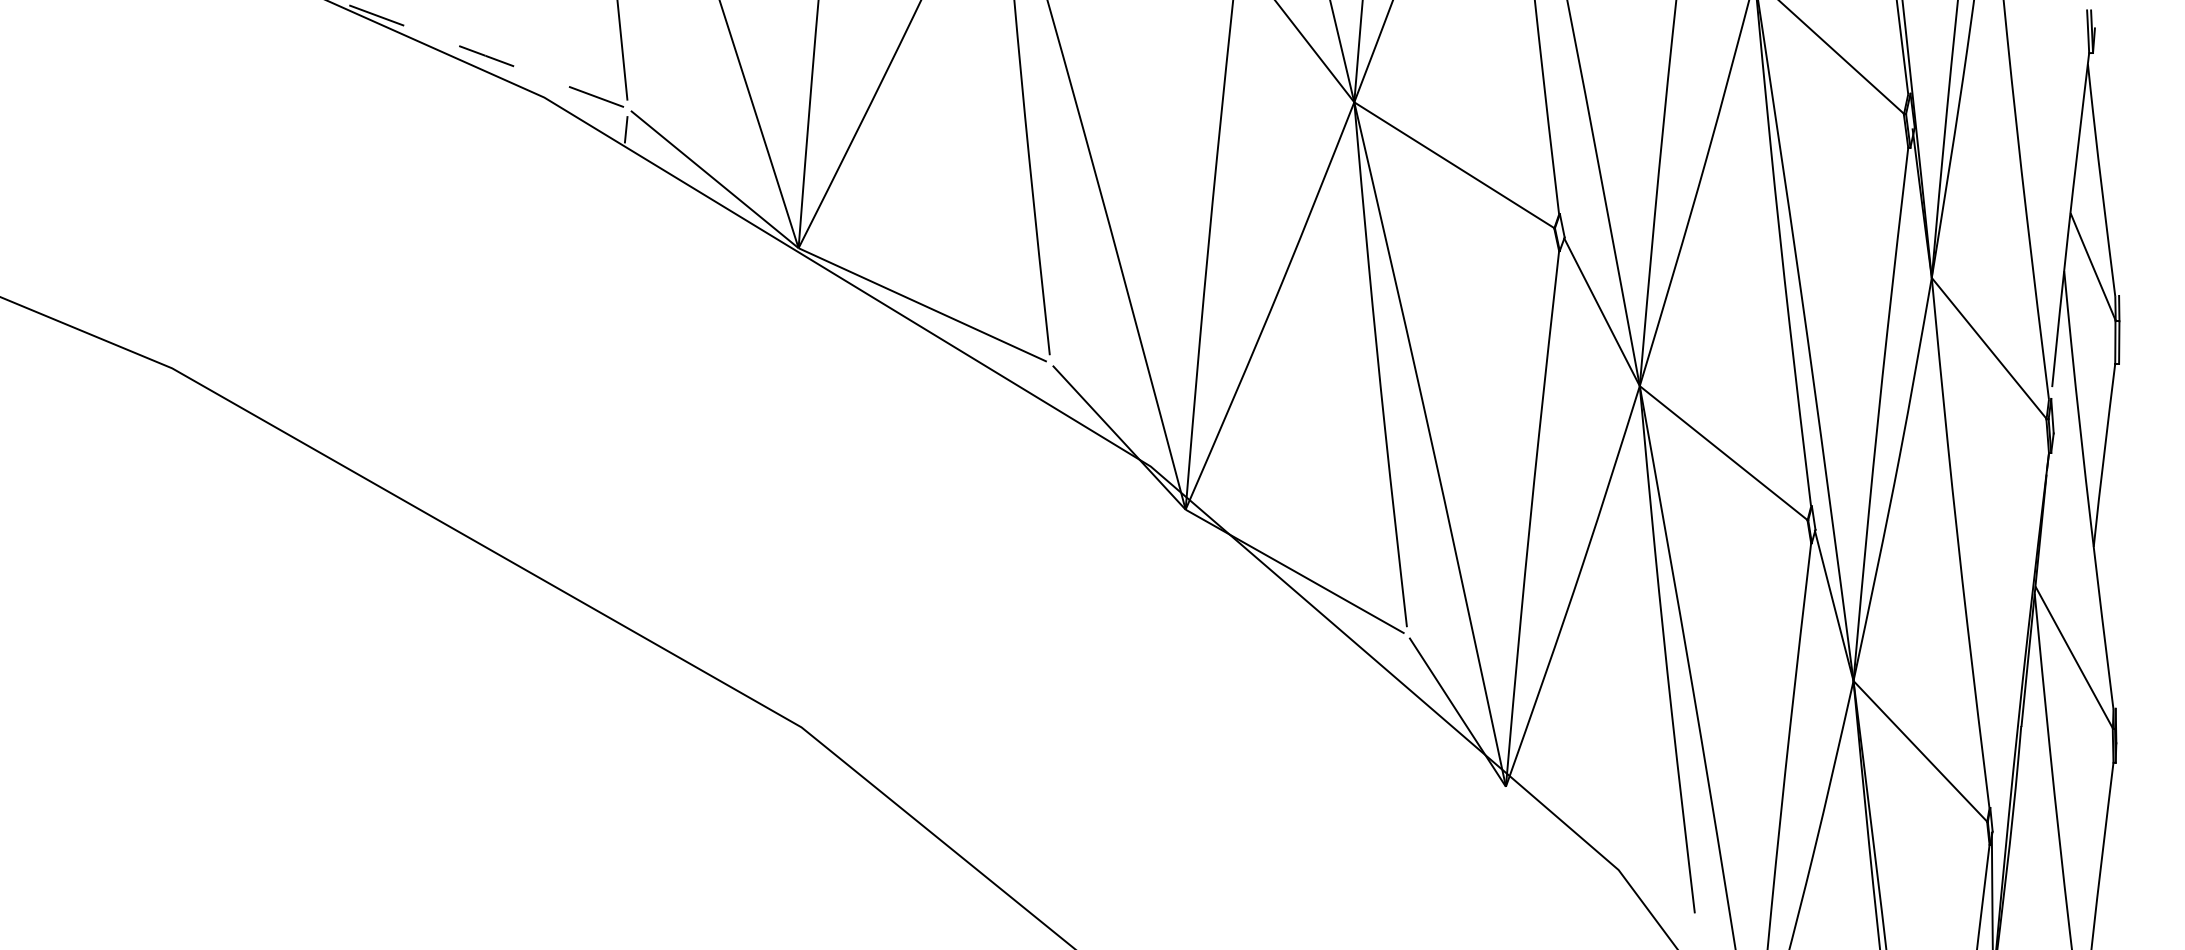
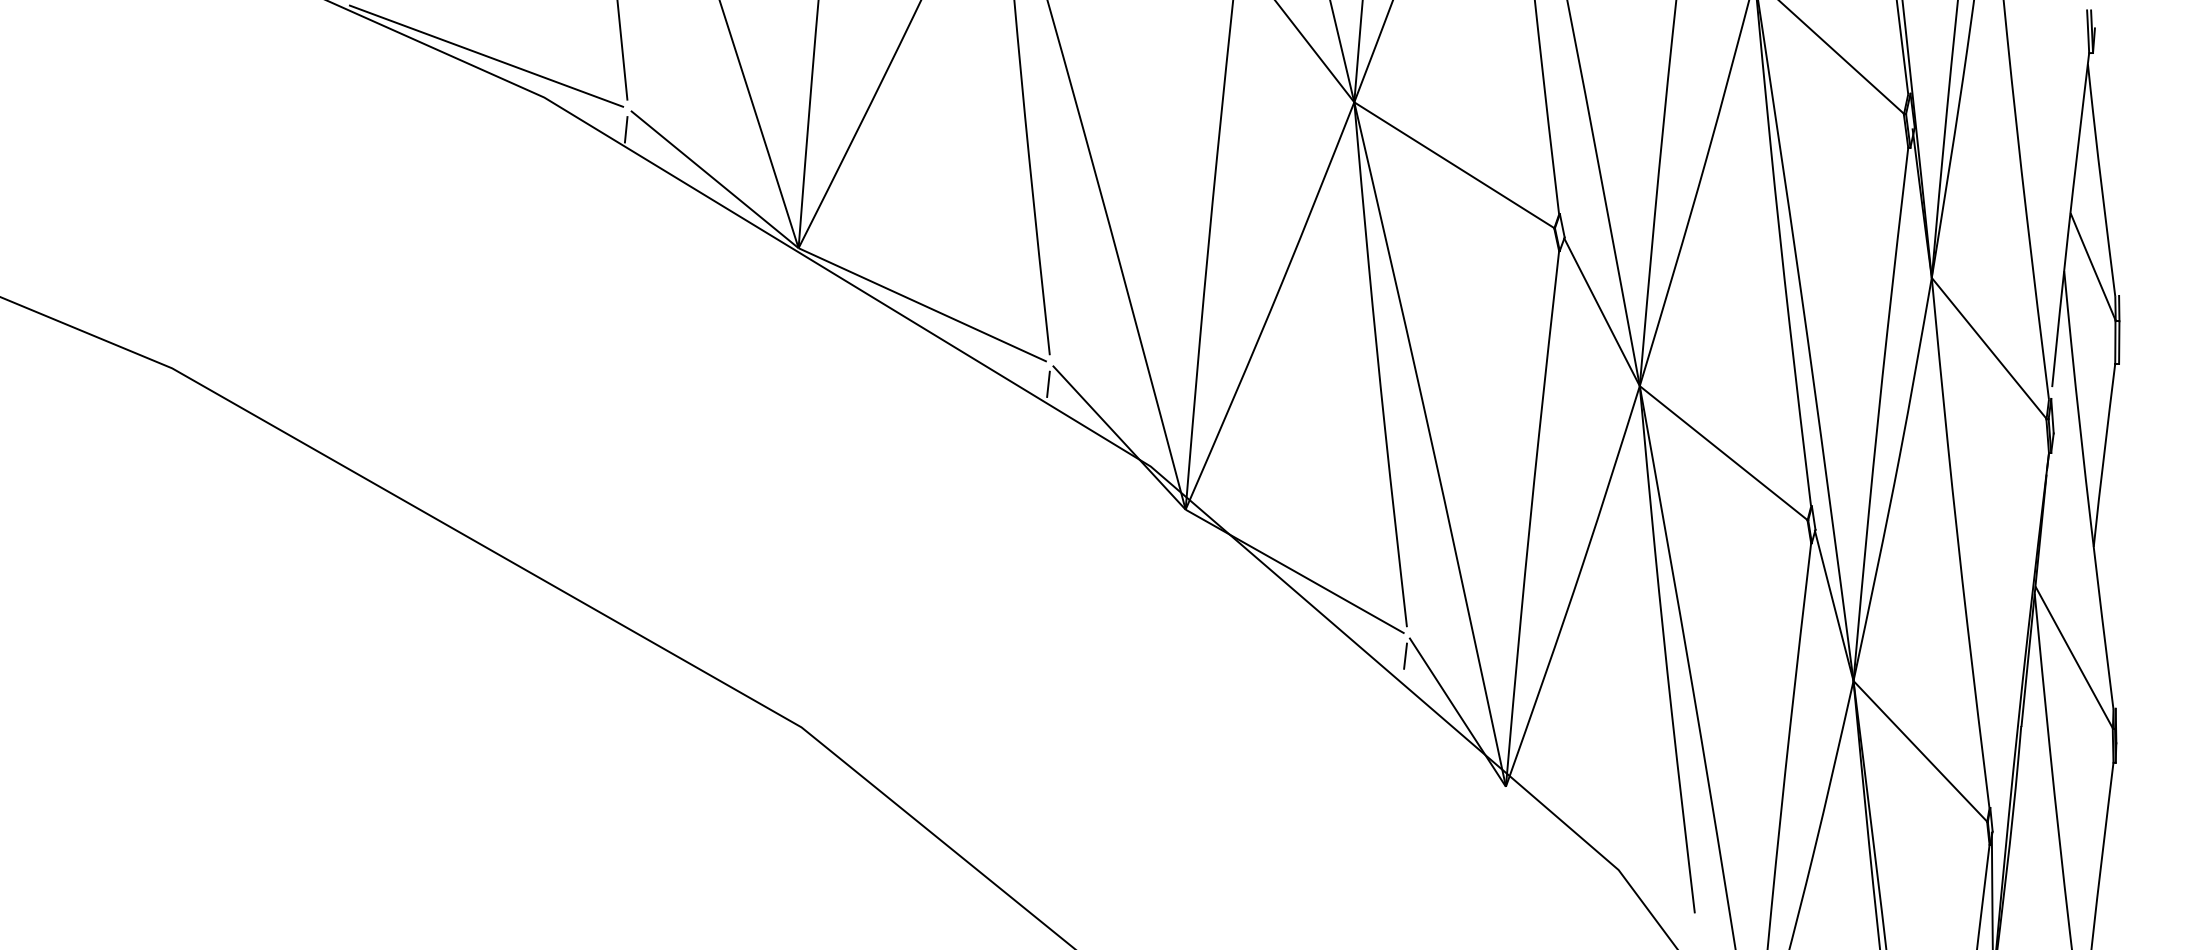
line at (486, 56): dashed -> solid
line at (1048, 383): none -> present
line at (1405, 655): none -> present
